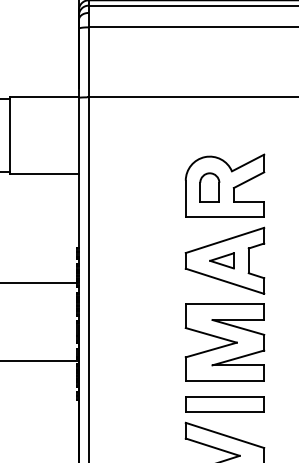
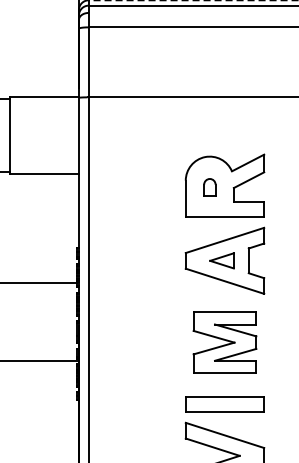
line at (193, 0): solid -> dashed
part at (209, 187) size: 22x31 px -> 14x19 px
part at (224, 342) size: 82x79 px -> 66x63 px
